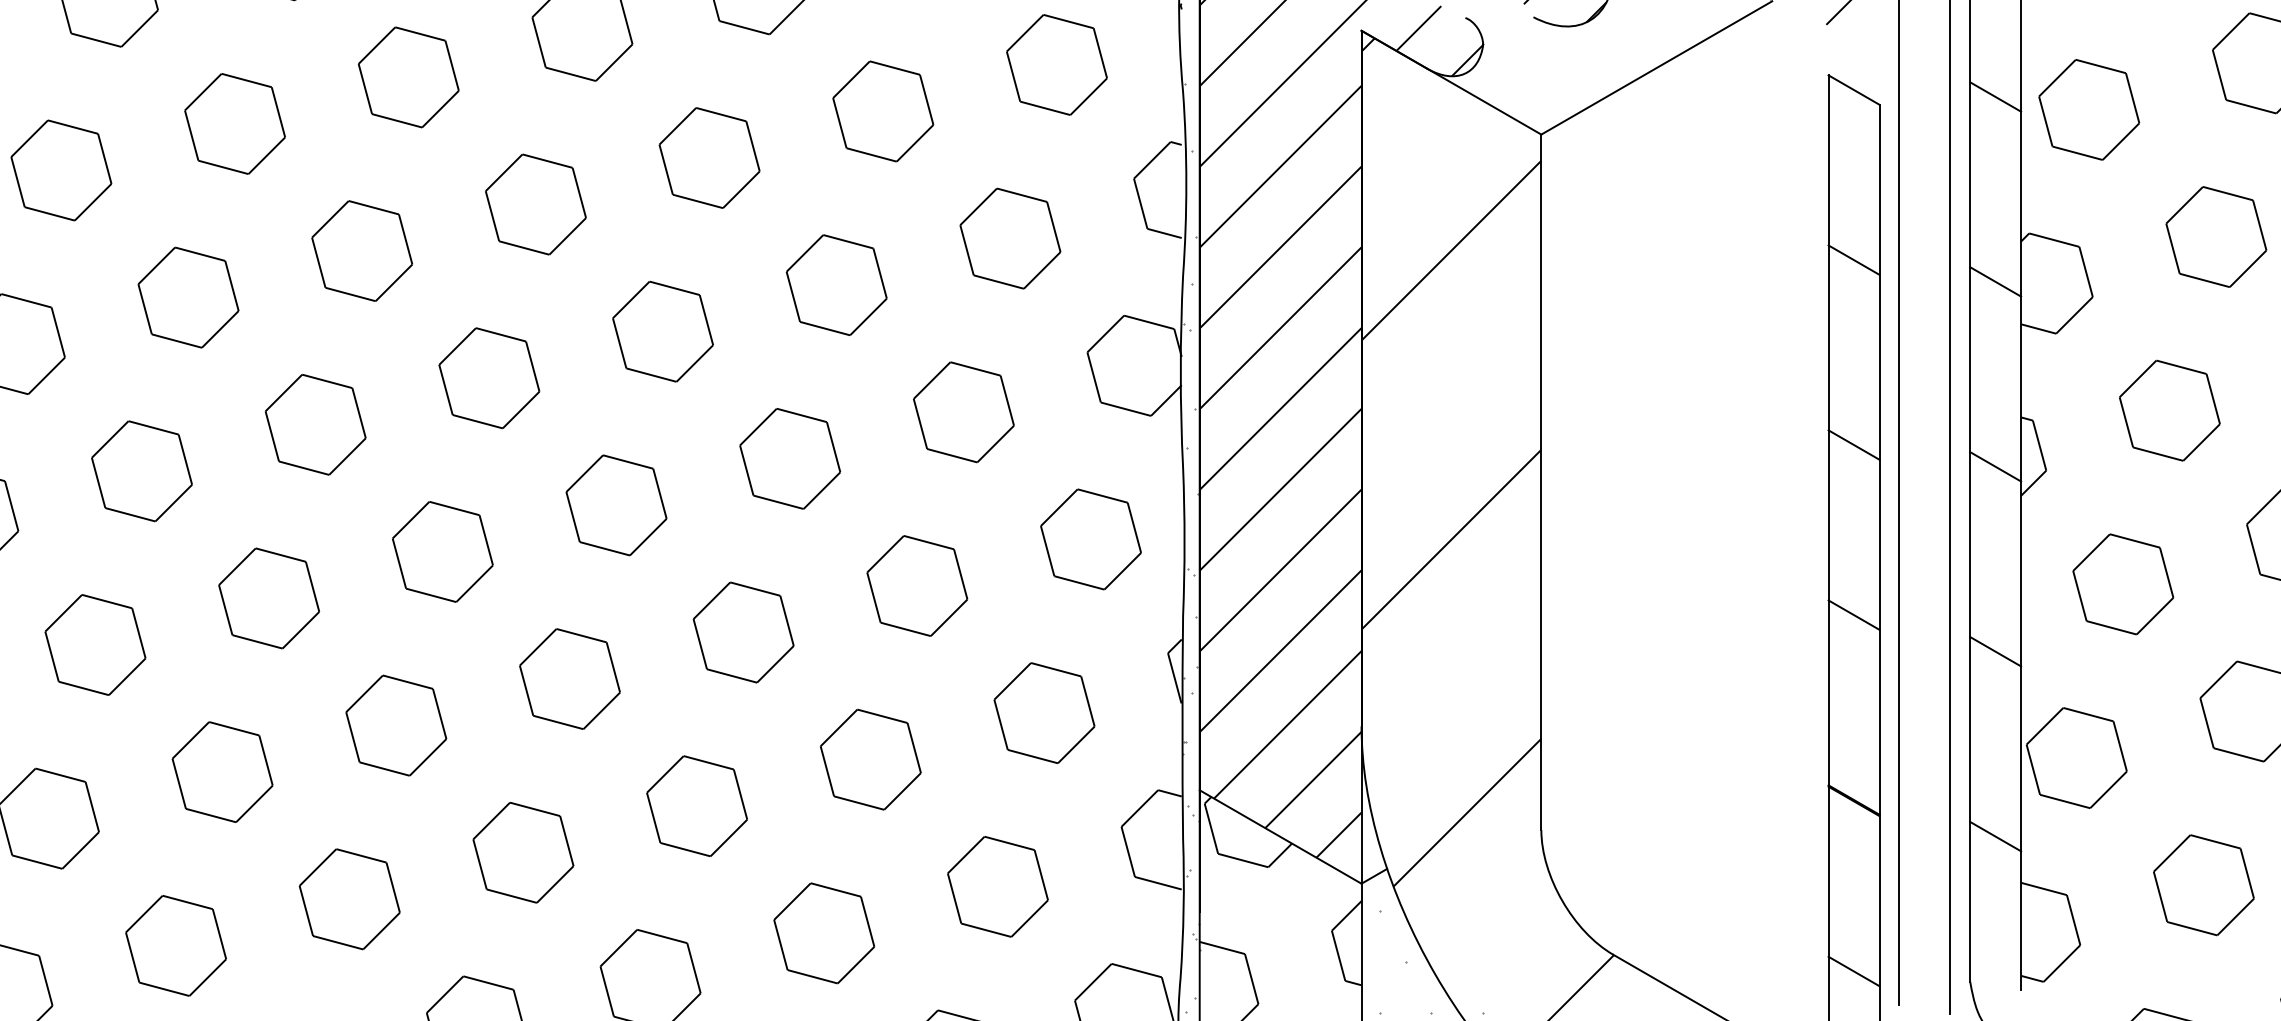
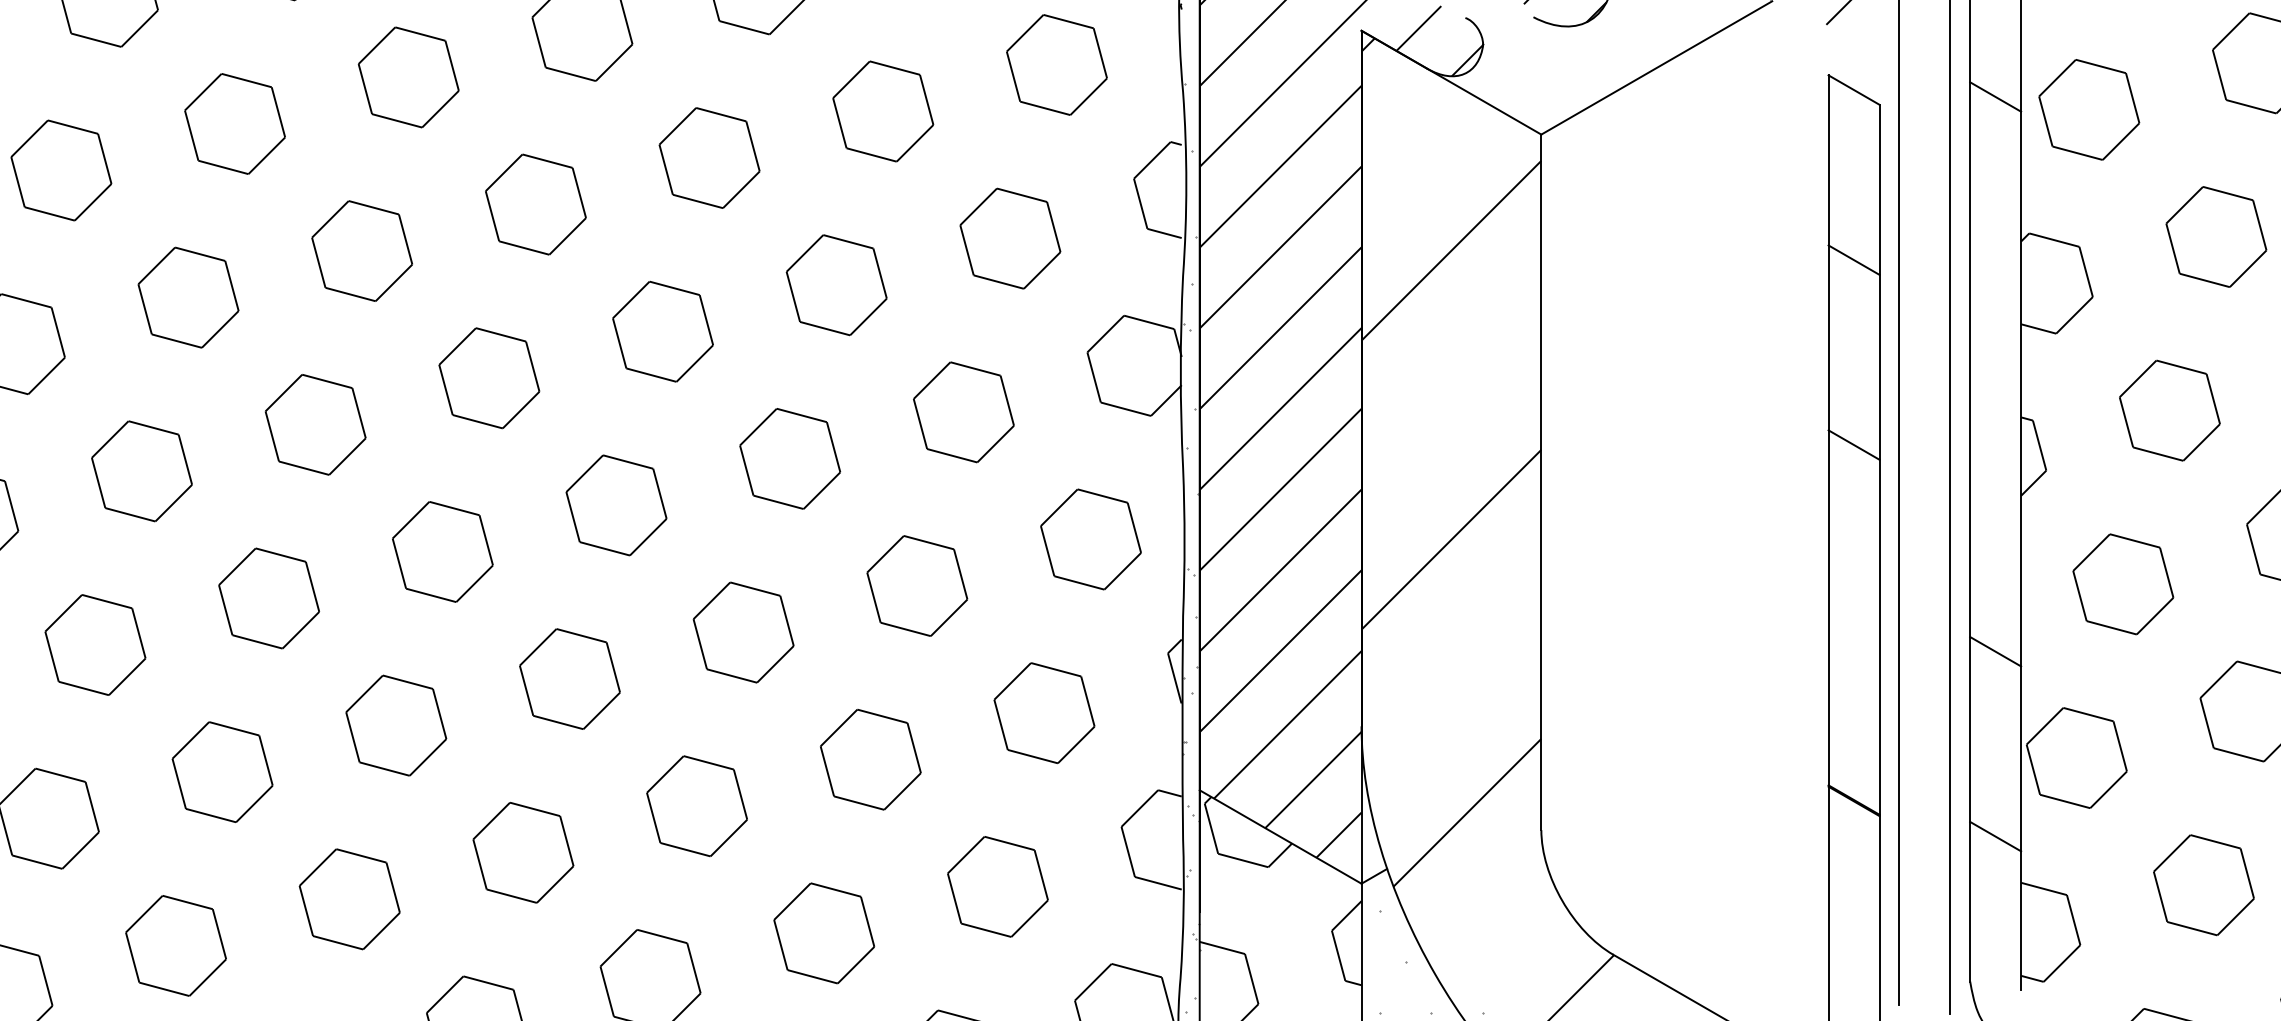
line at (1995, 281): present -> none
line at (1995, 466): present -> none
line at (1853, 614): present -> none
line at (1853, 971): present -> none
